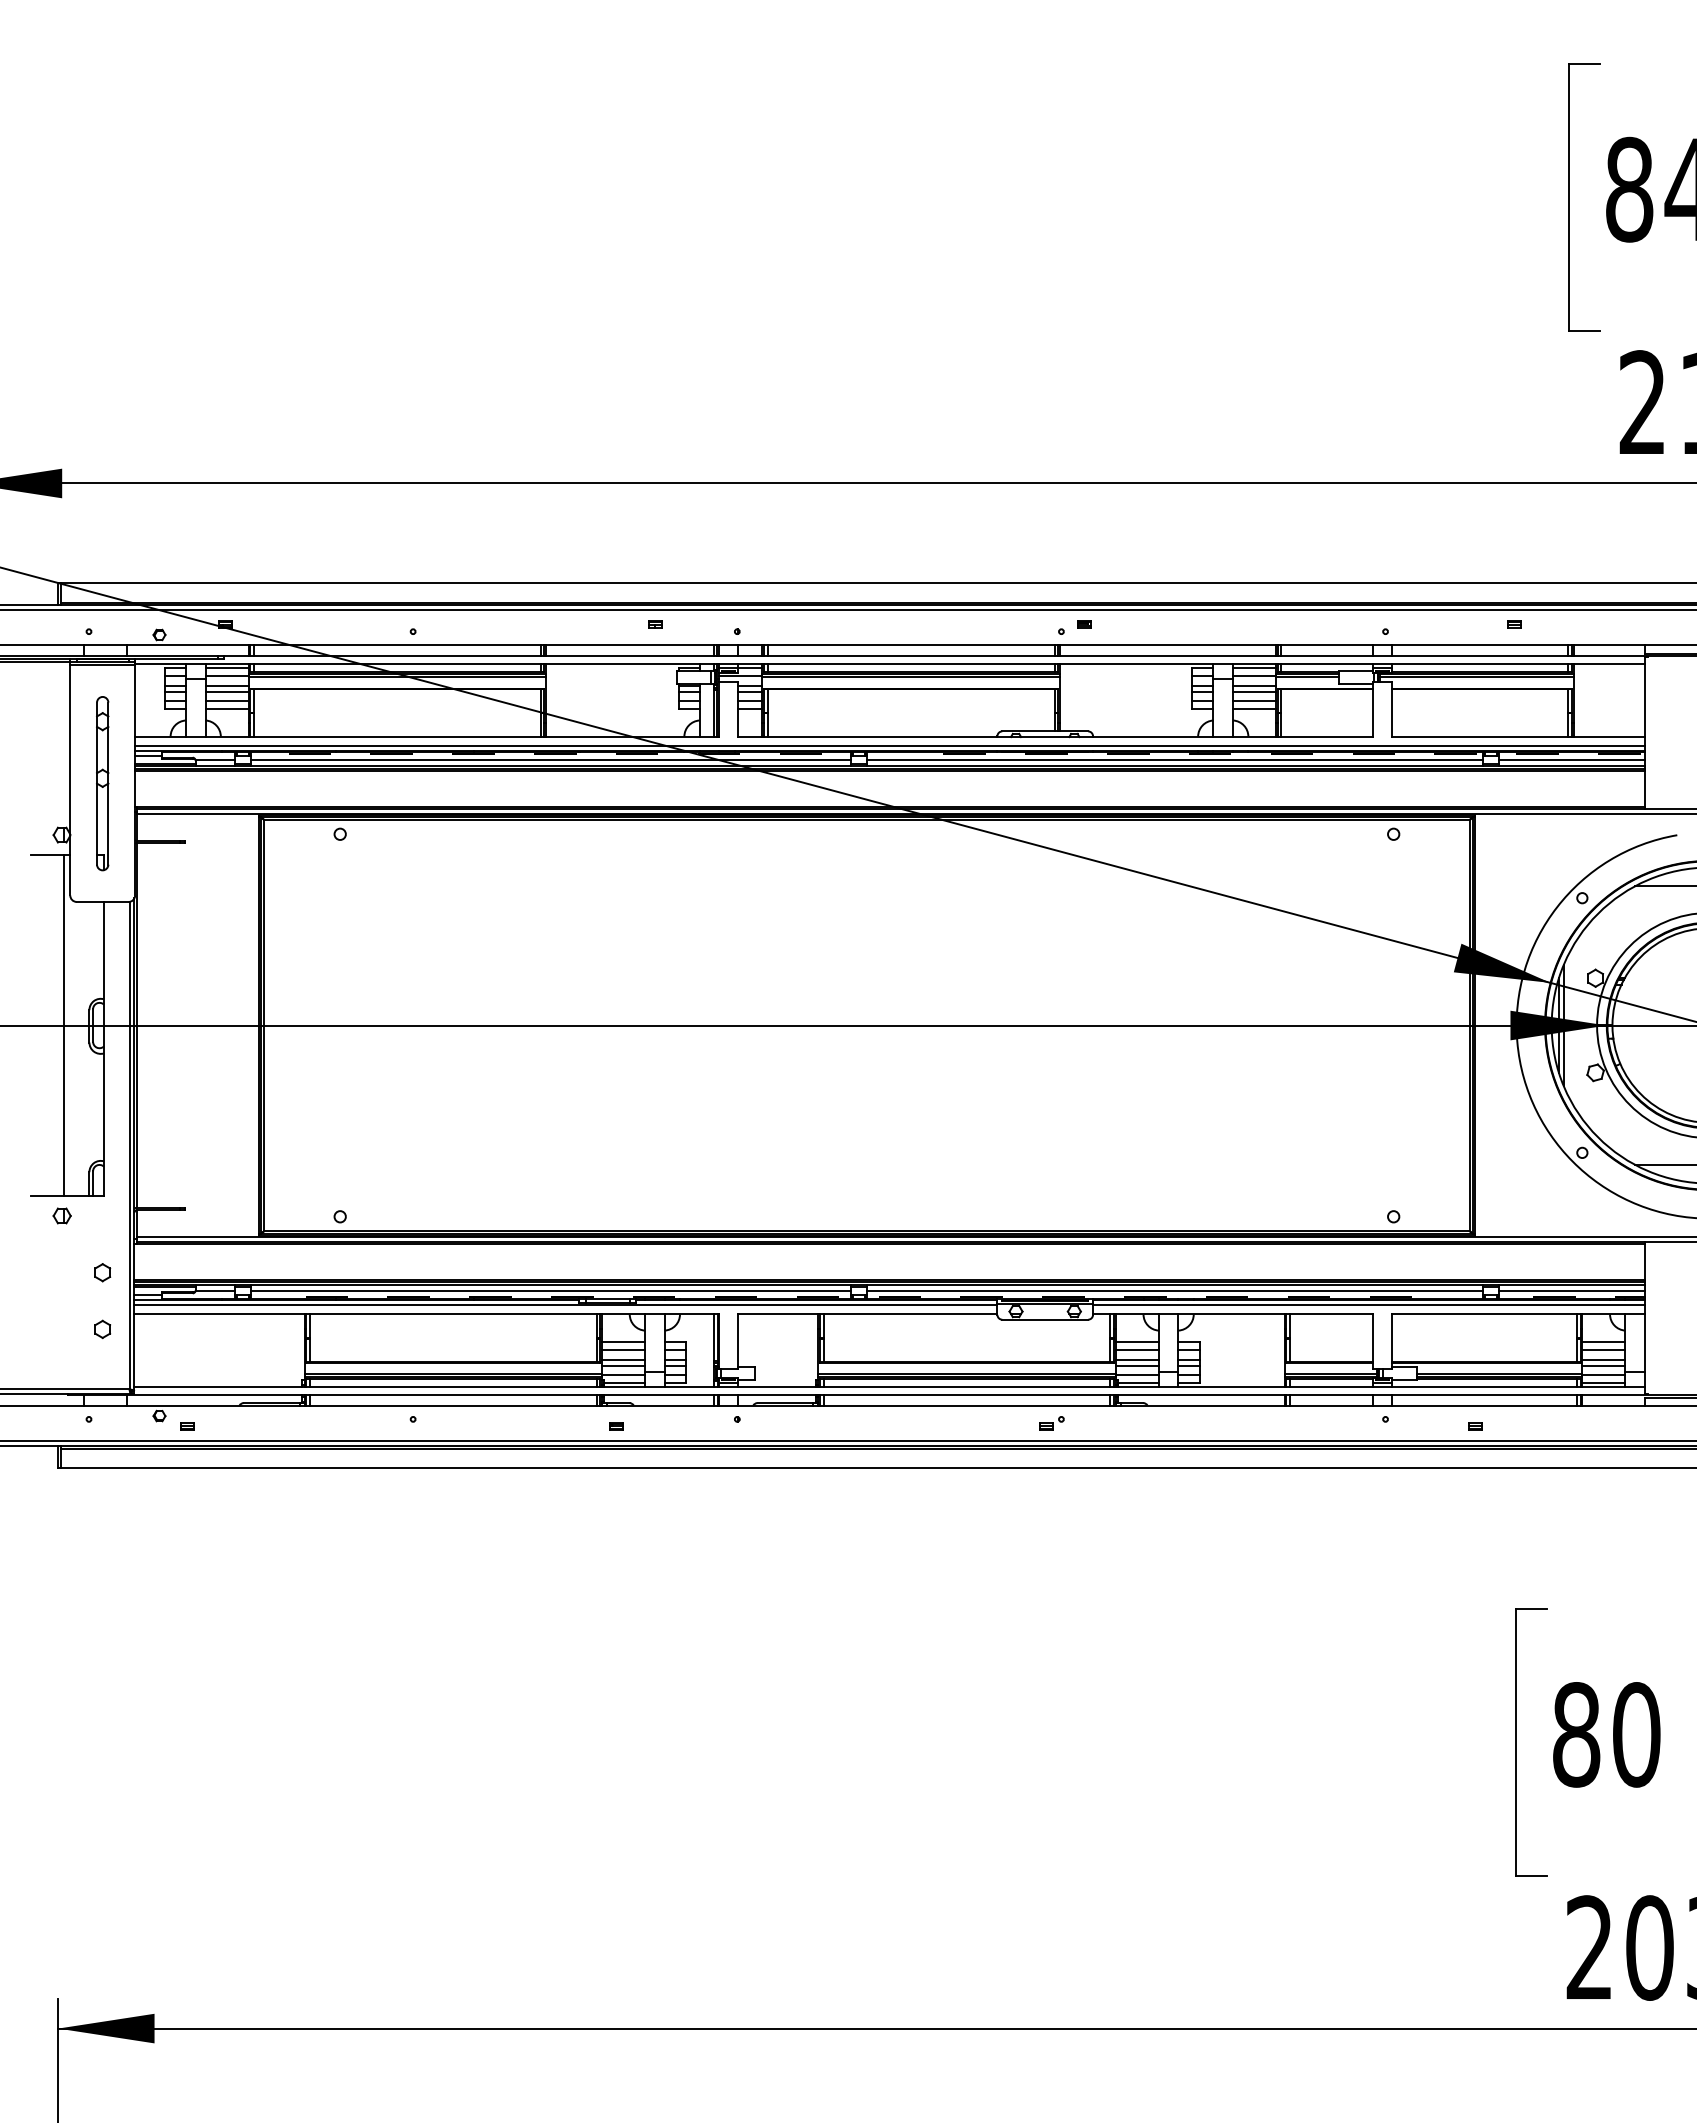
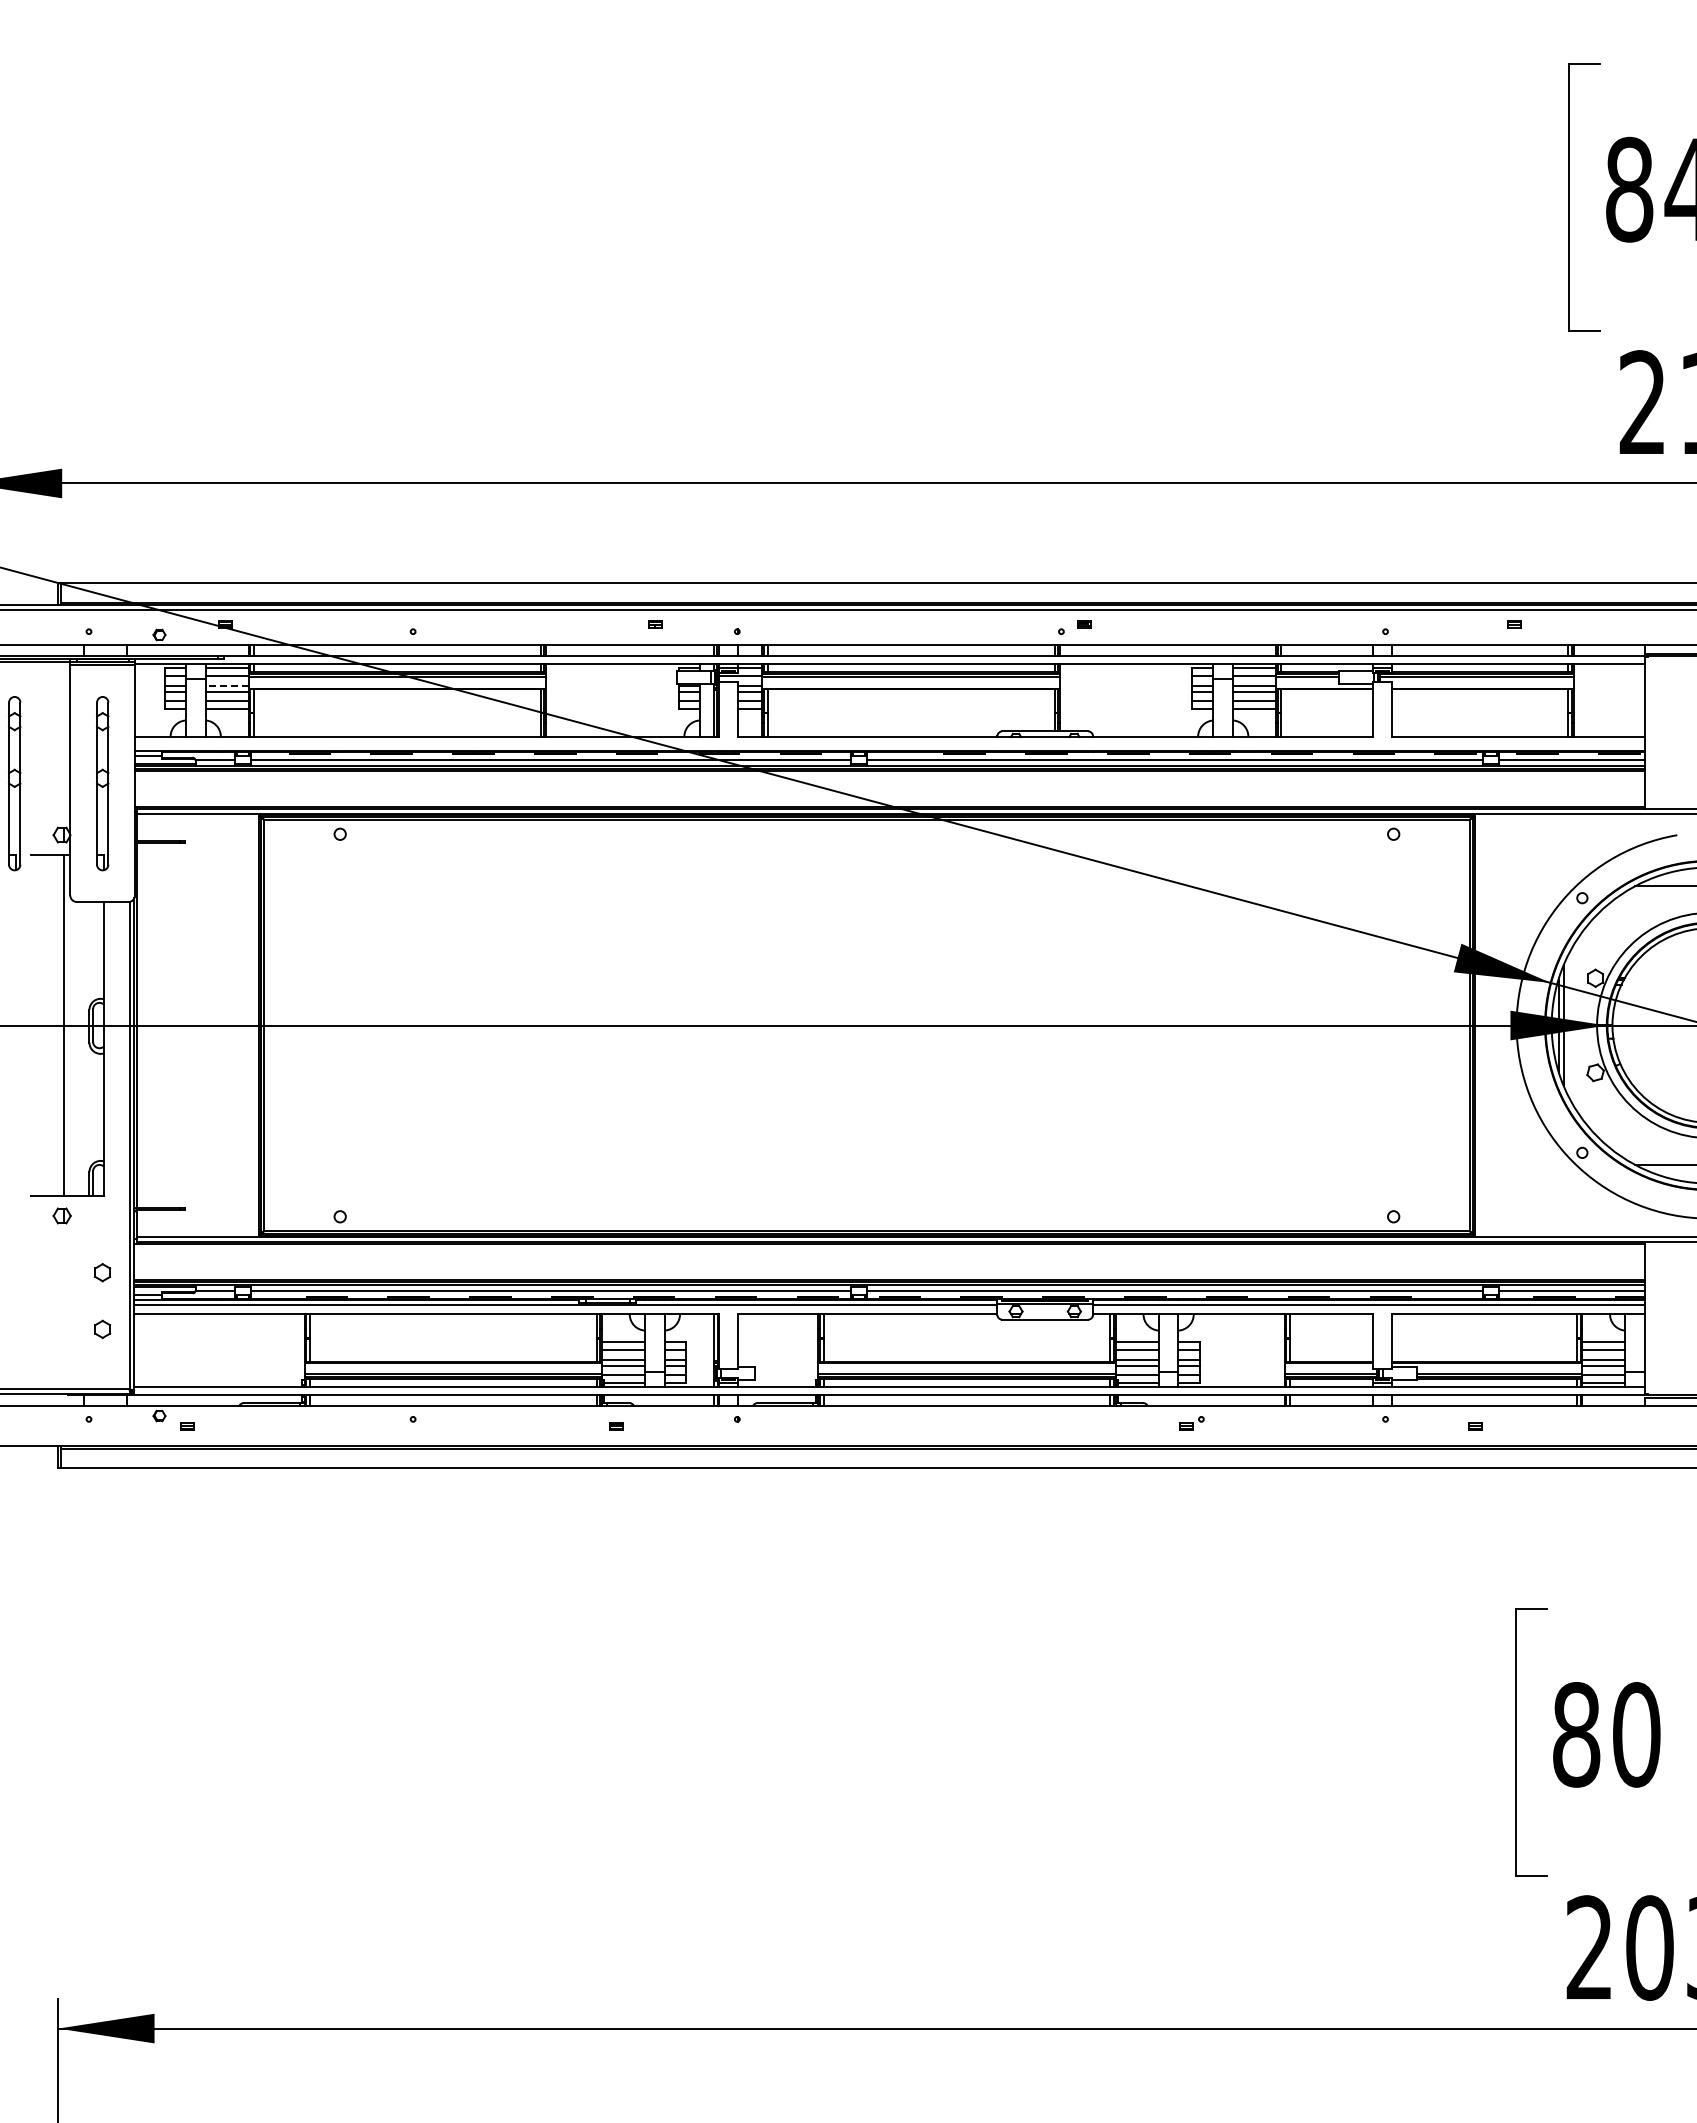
line at (227, 685): solid -> dashed
line at (889, 745): present -> none
part at (14, 783): none -> present
part at (1051, 1423) position: (1051, 1423) -> (1191, 1423)
line at (847, 1441): present -> none
